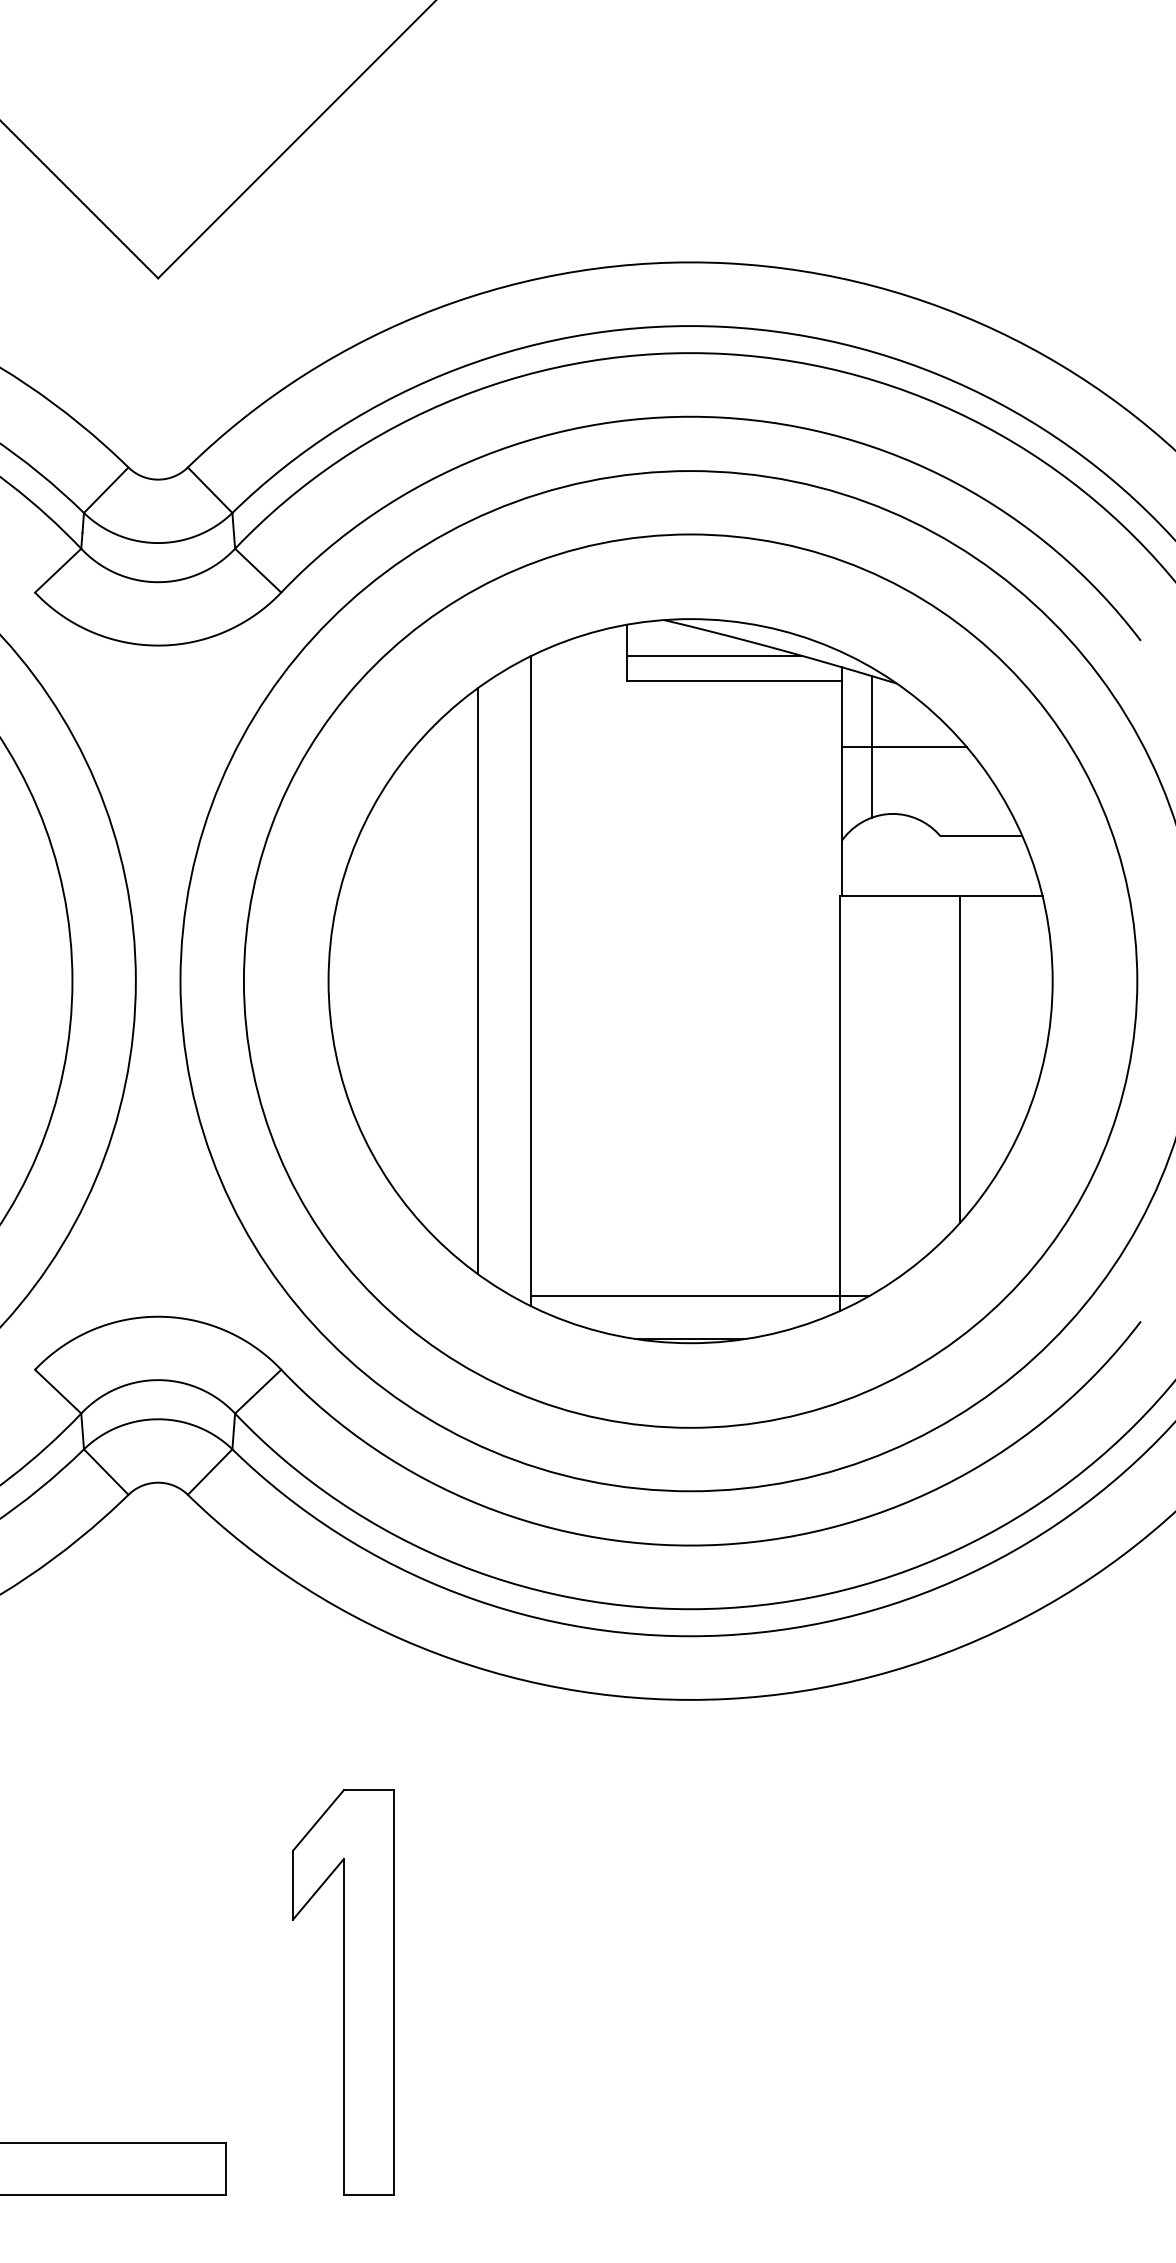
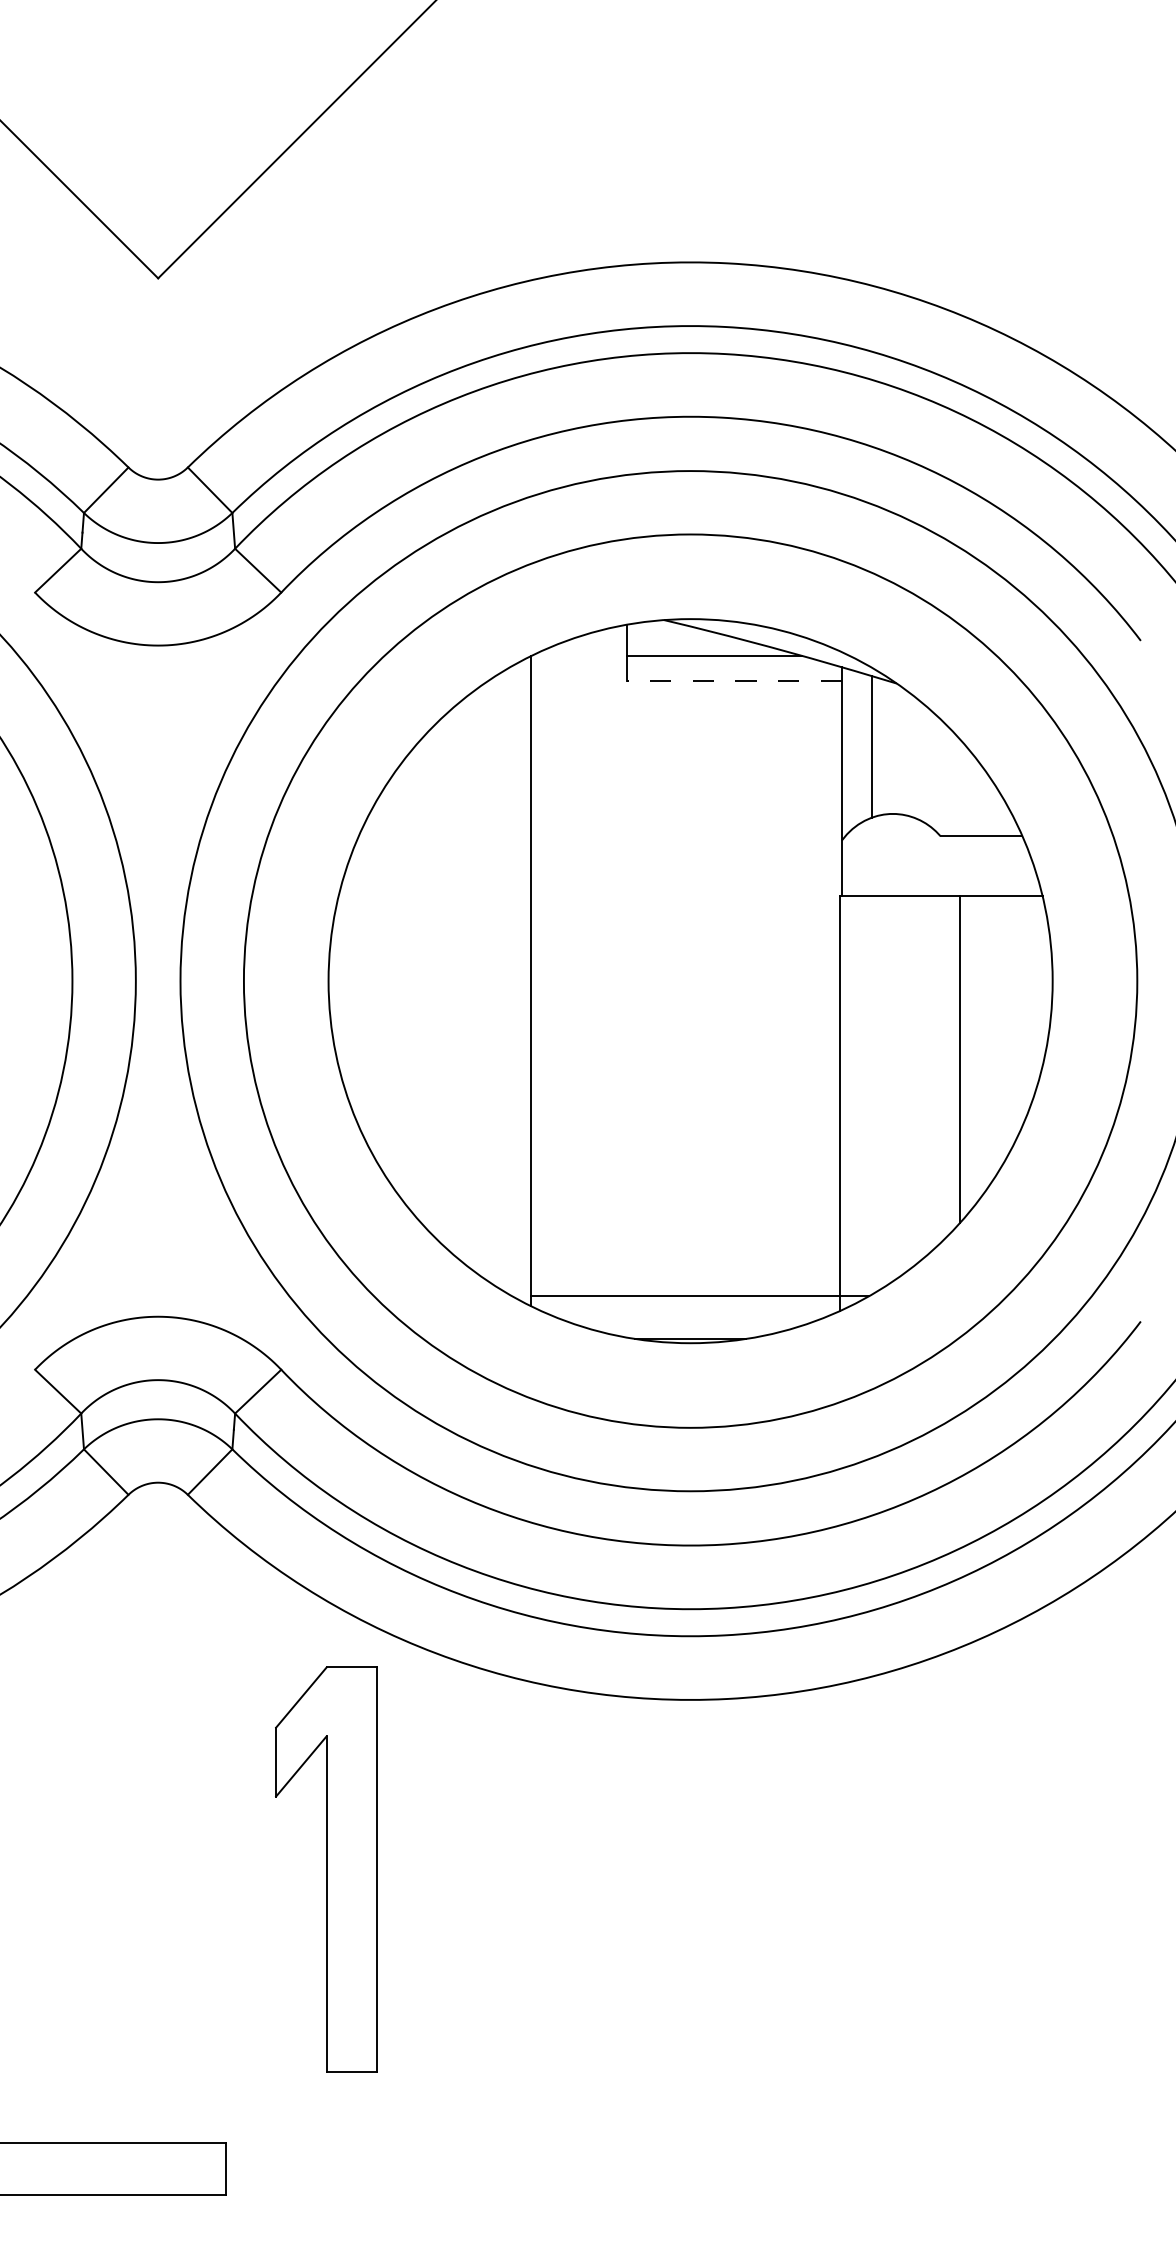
line at (734, 680): solid -> dashed
line at (903, 746): present -> none
line at (477, 980): present -> none
part at (343, 1992) position: (343, 1992) -> (326, 1869)
